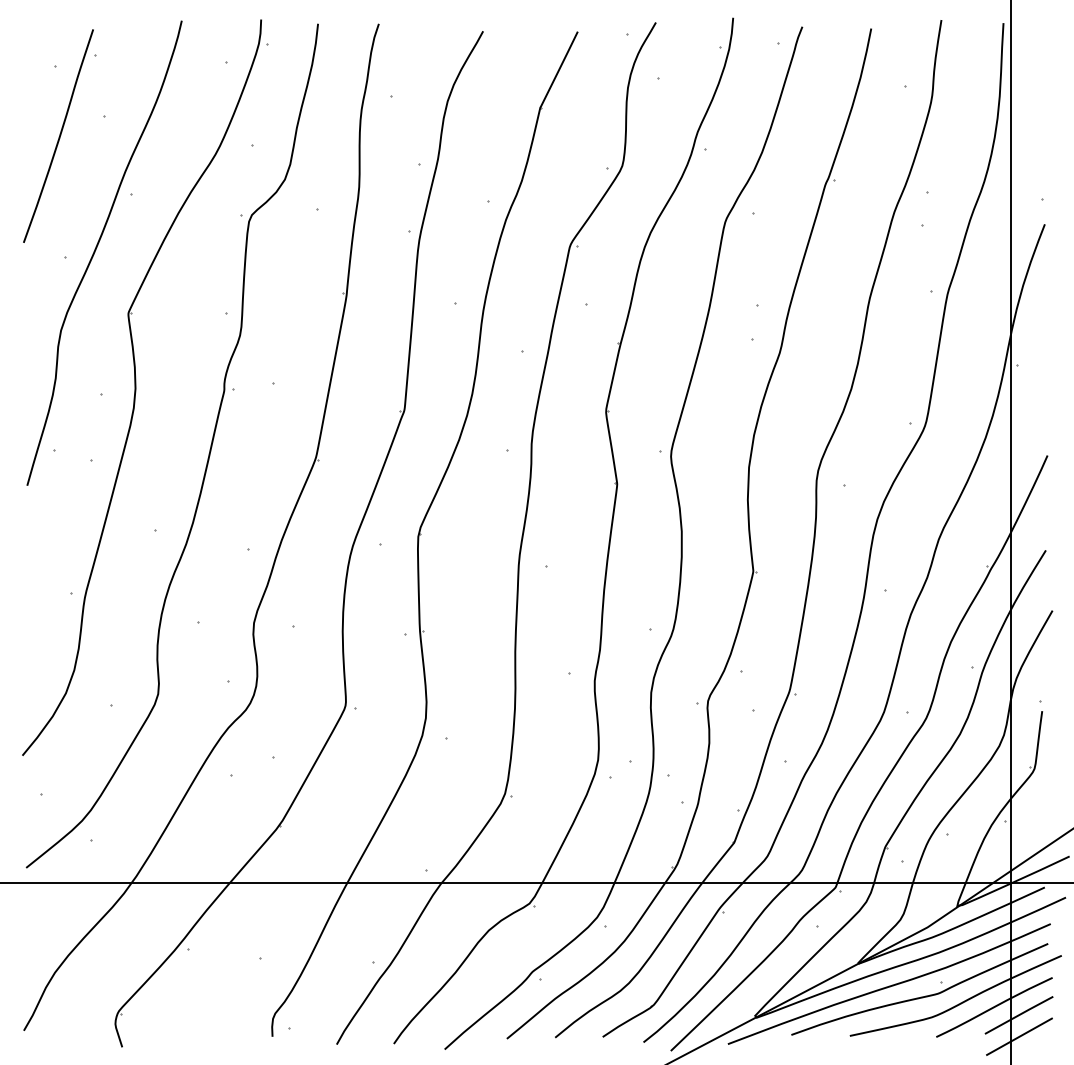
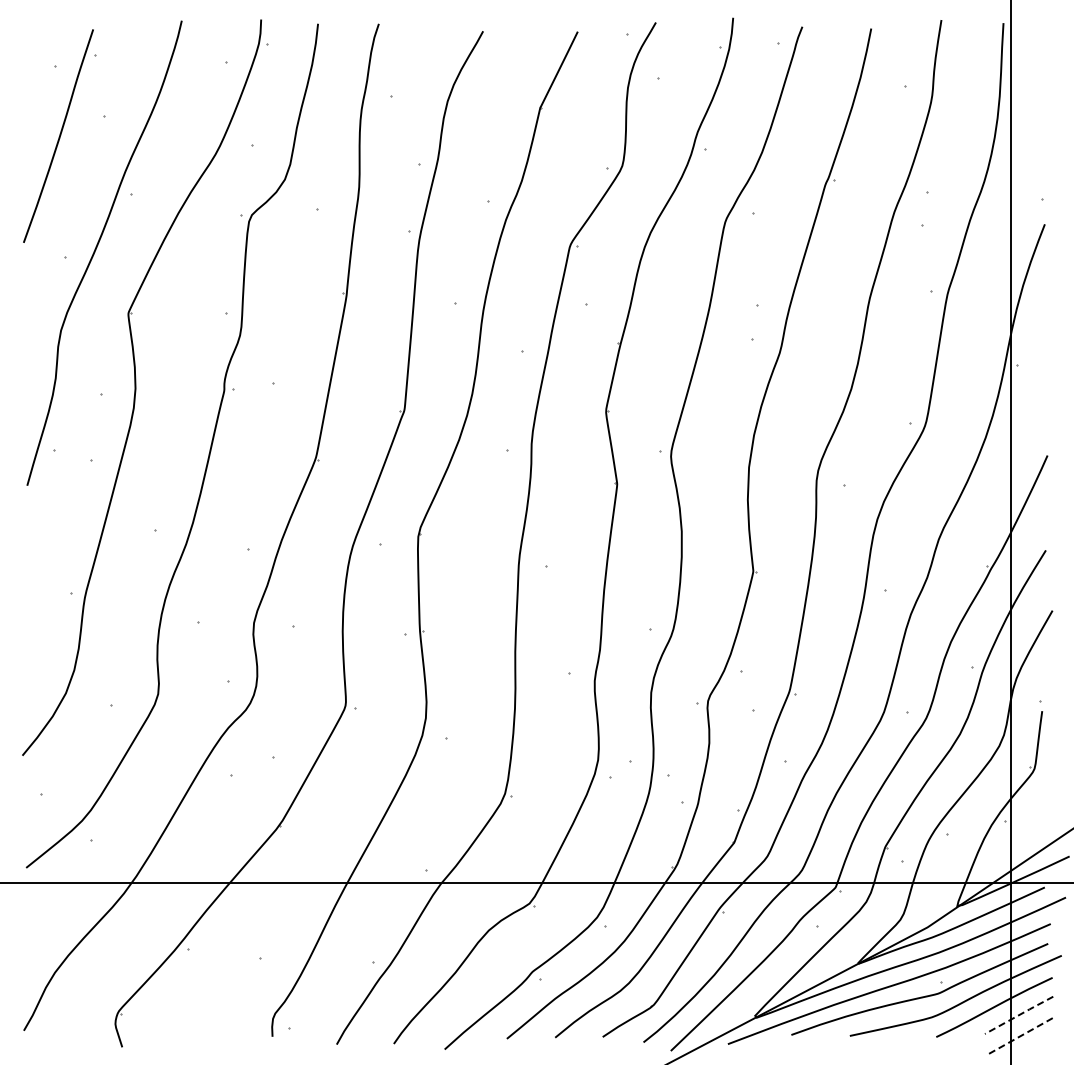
line at (1019, 1015): solid -> dashed
line at (1019, 1037): solid -> dashed
